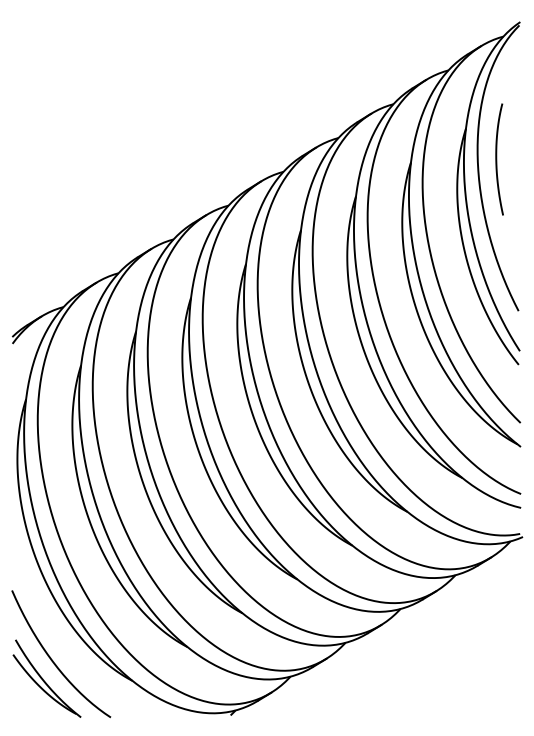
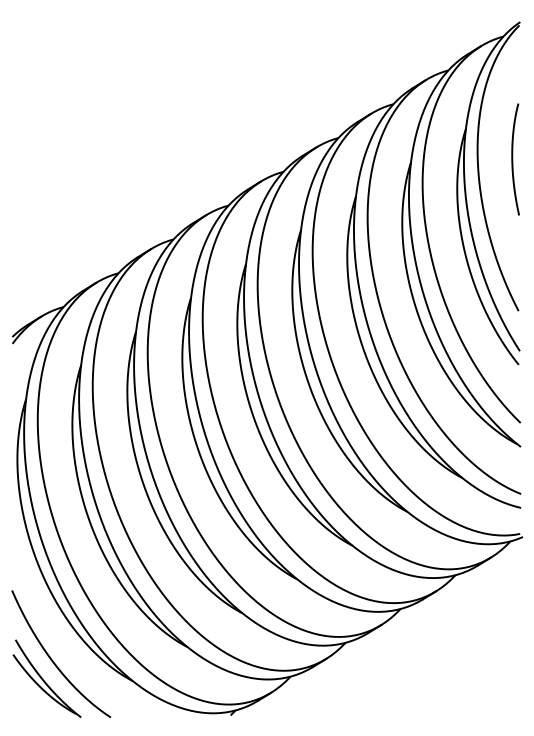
curve at (497, 159) position: (497, 159) -> (513, 159)
